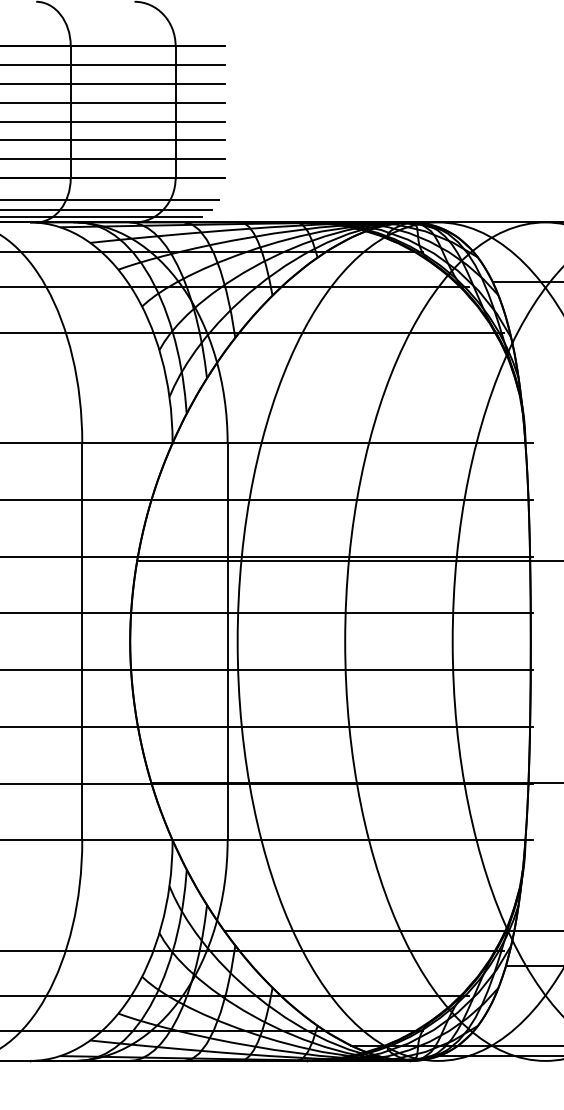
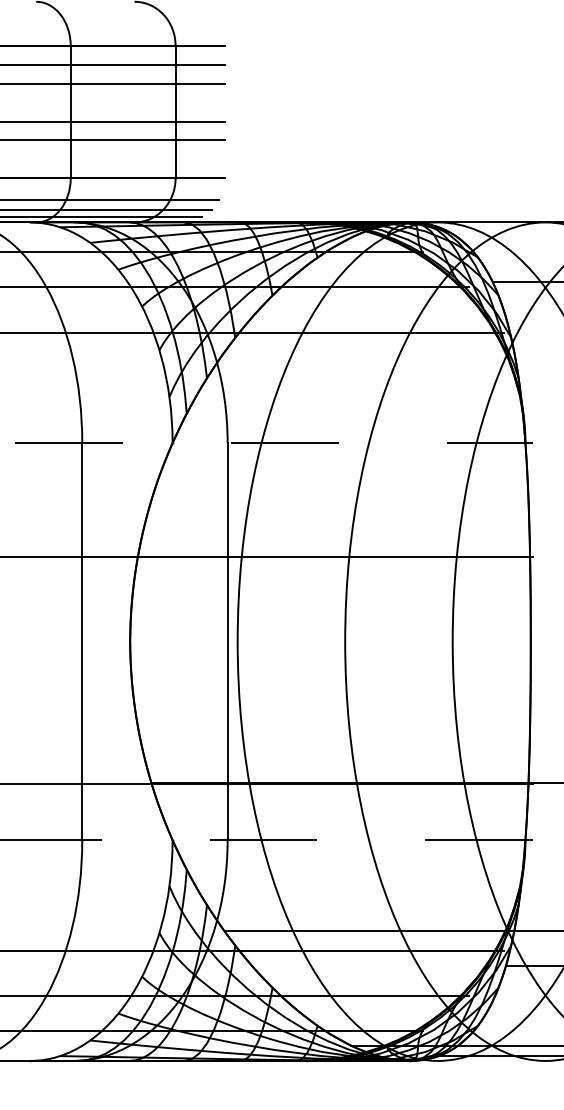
line at (113, 102): present -> none
line at (113, 159): present -> none
line at (267, 443): solid -> dashed
line at (267, 499): present -> none
line at (348, 560): present -> none
line at (267, 613): present -> none
line at (267, 670): present -> none
line at (267, 726): present -> none
line at (266, 840): solid -> dashed
